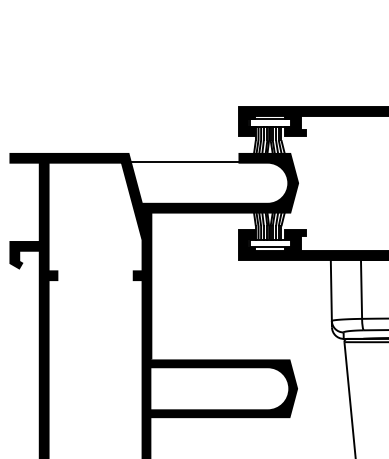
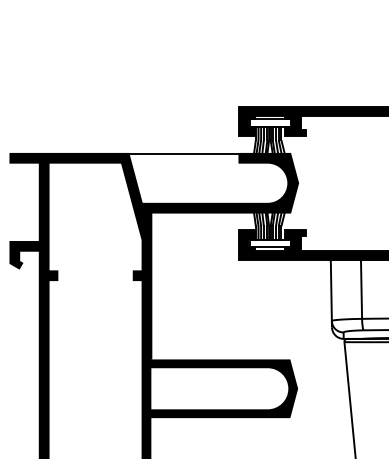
line at (183, 161) position: (183, 161) -> (183, 153)
